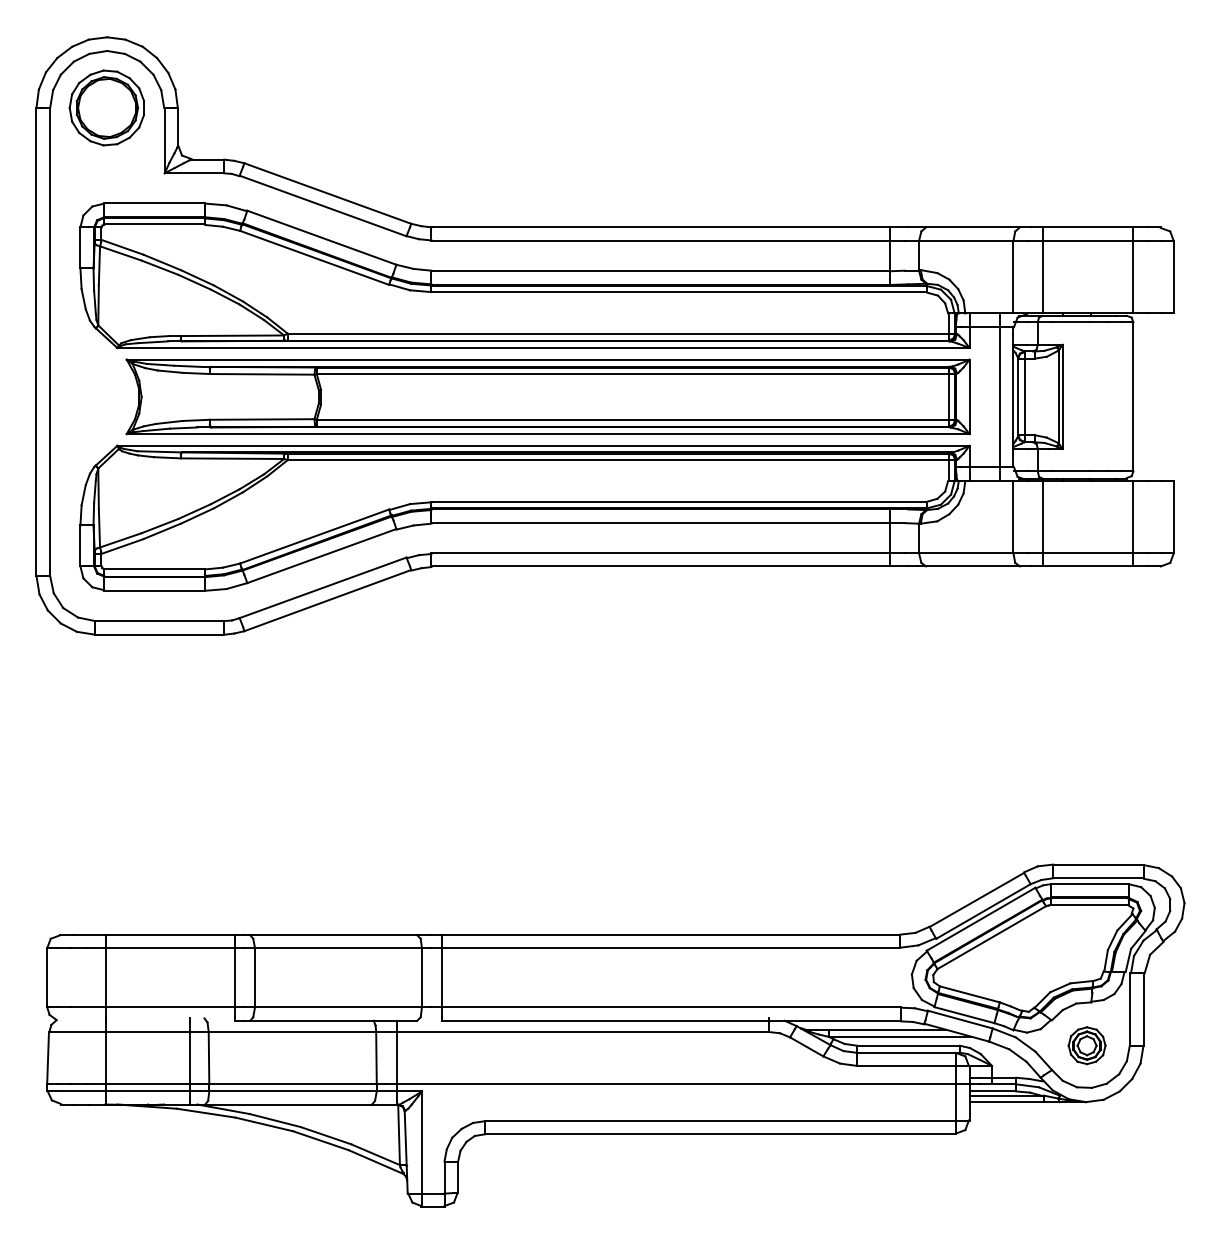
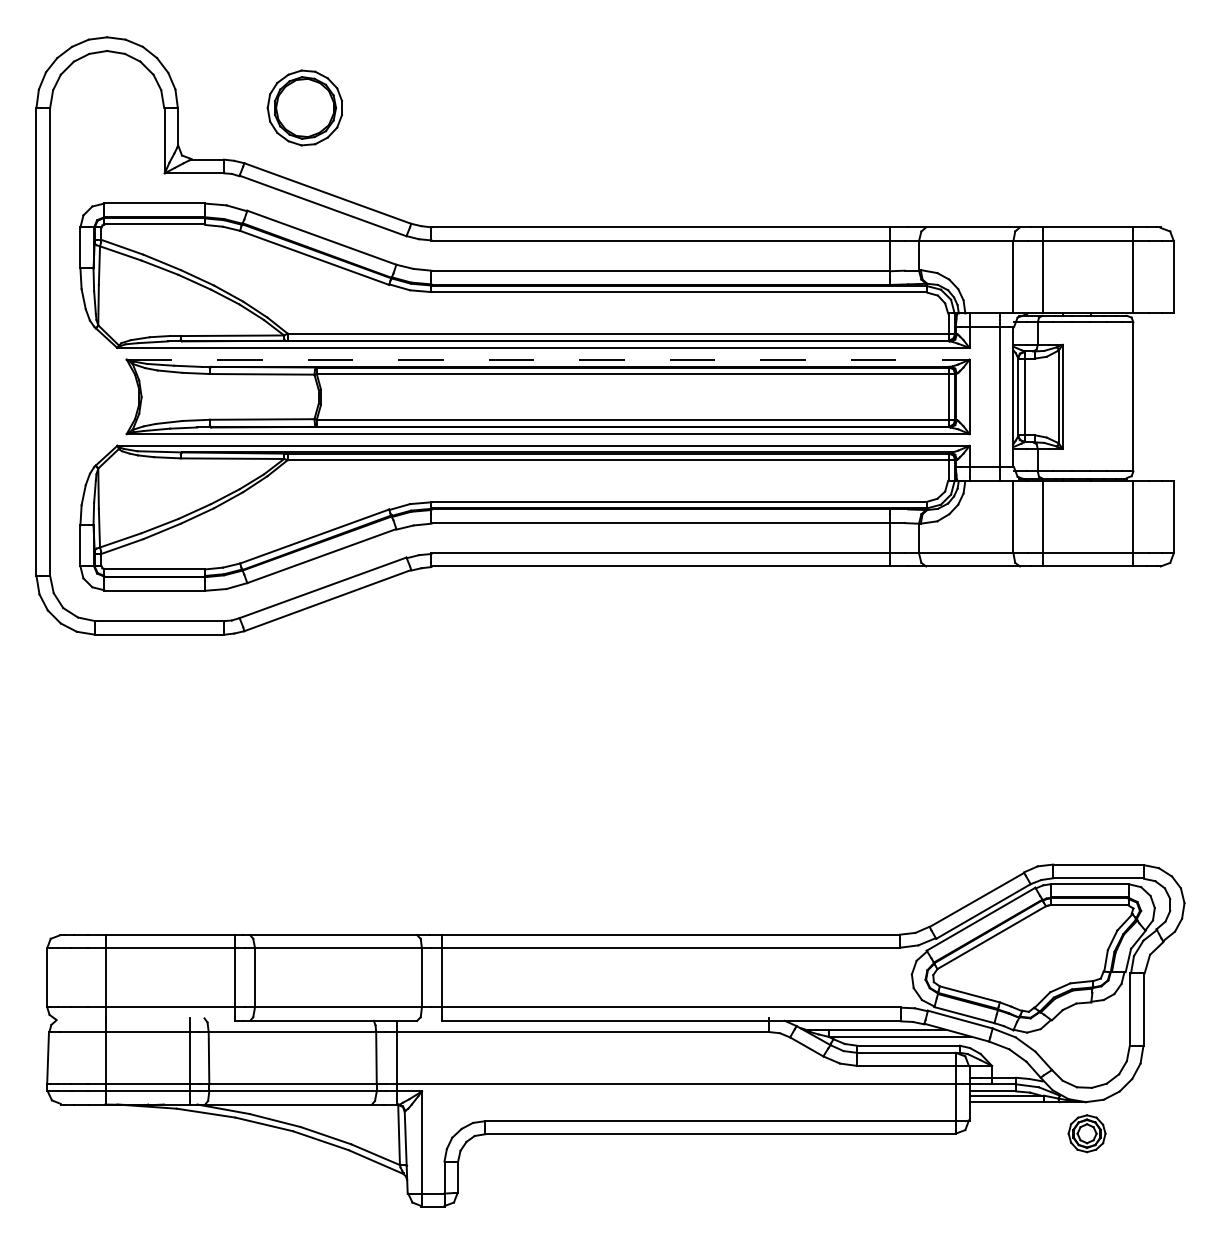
part at (106, 107) position: (106, 107) -> (304, 107)
line at (548, 359): solid -> dashed
part at (1086, 1045) position: (1086, 1045) -> (1086, 1133)
